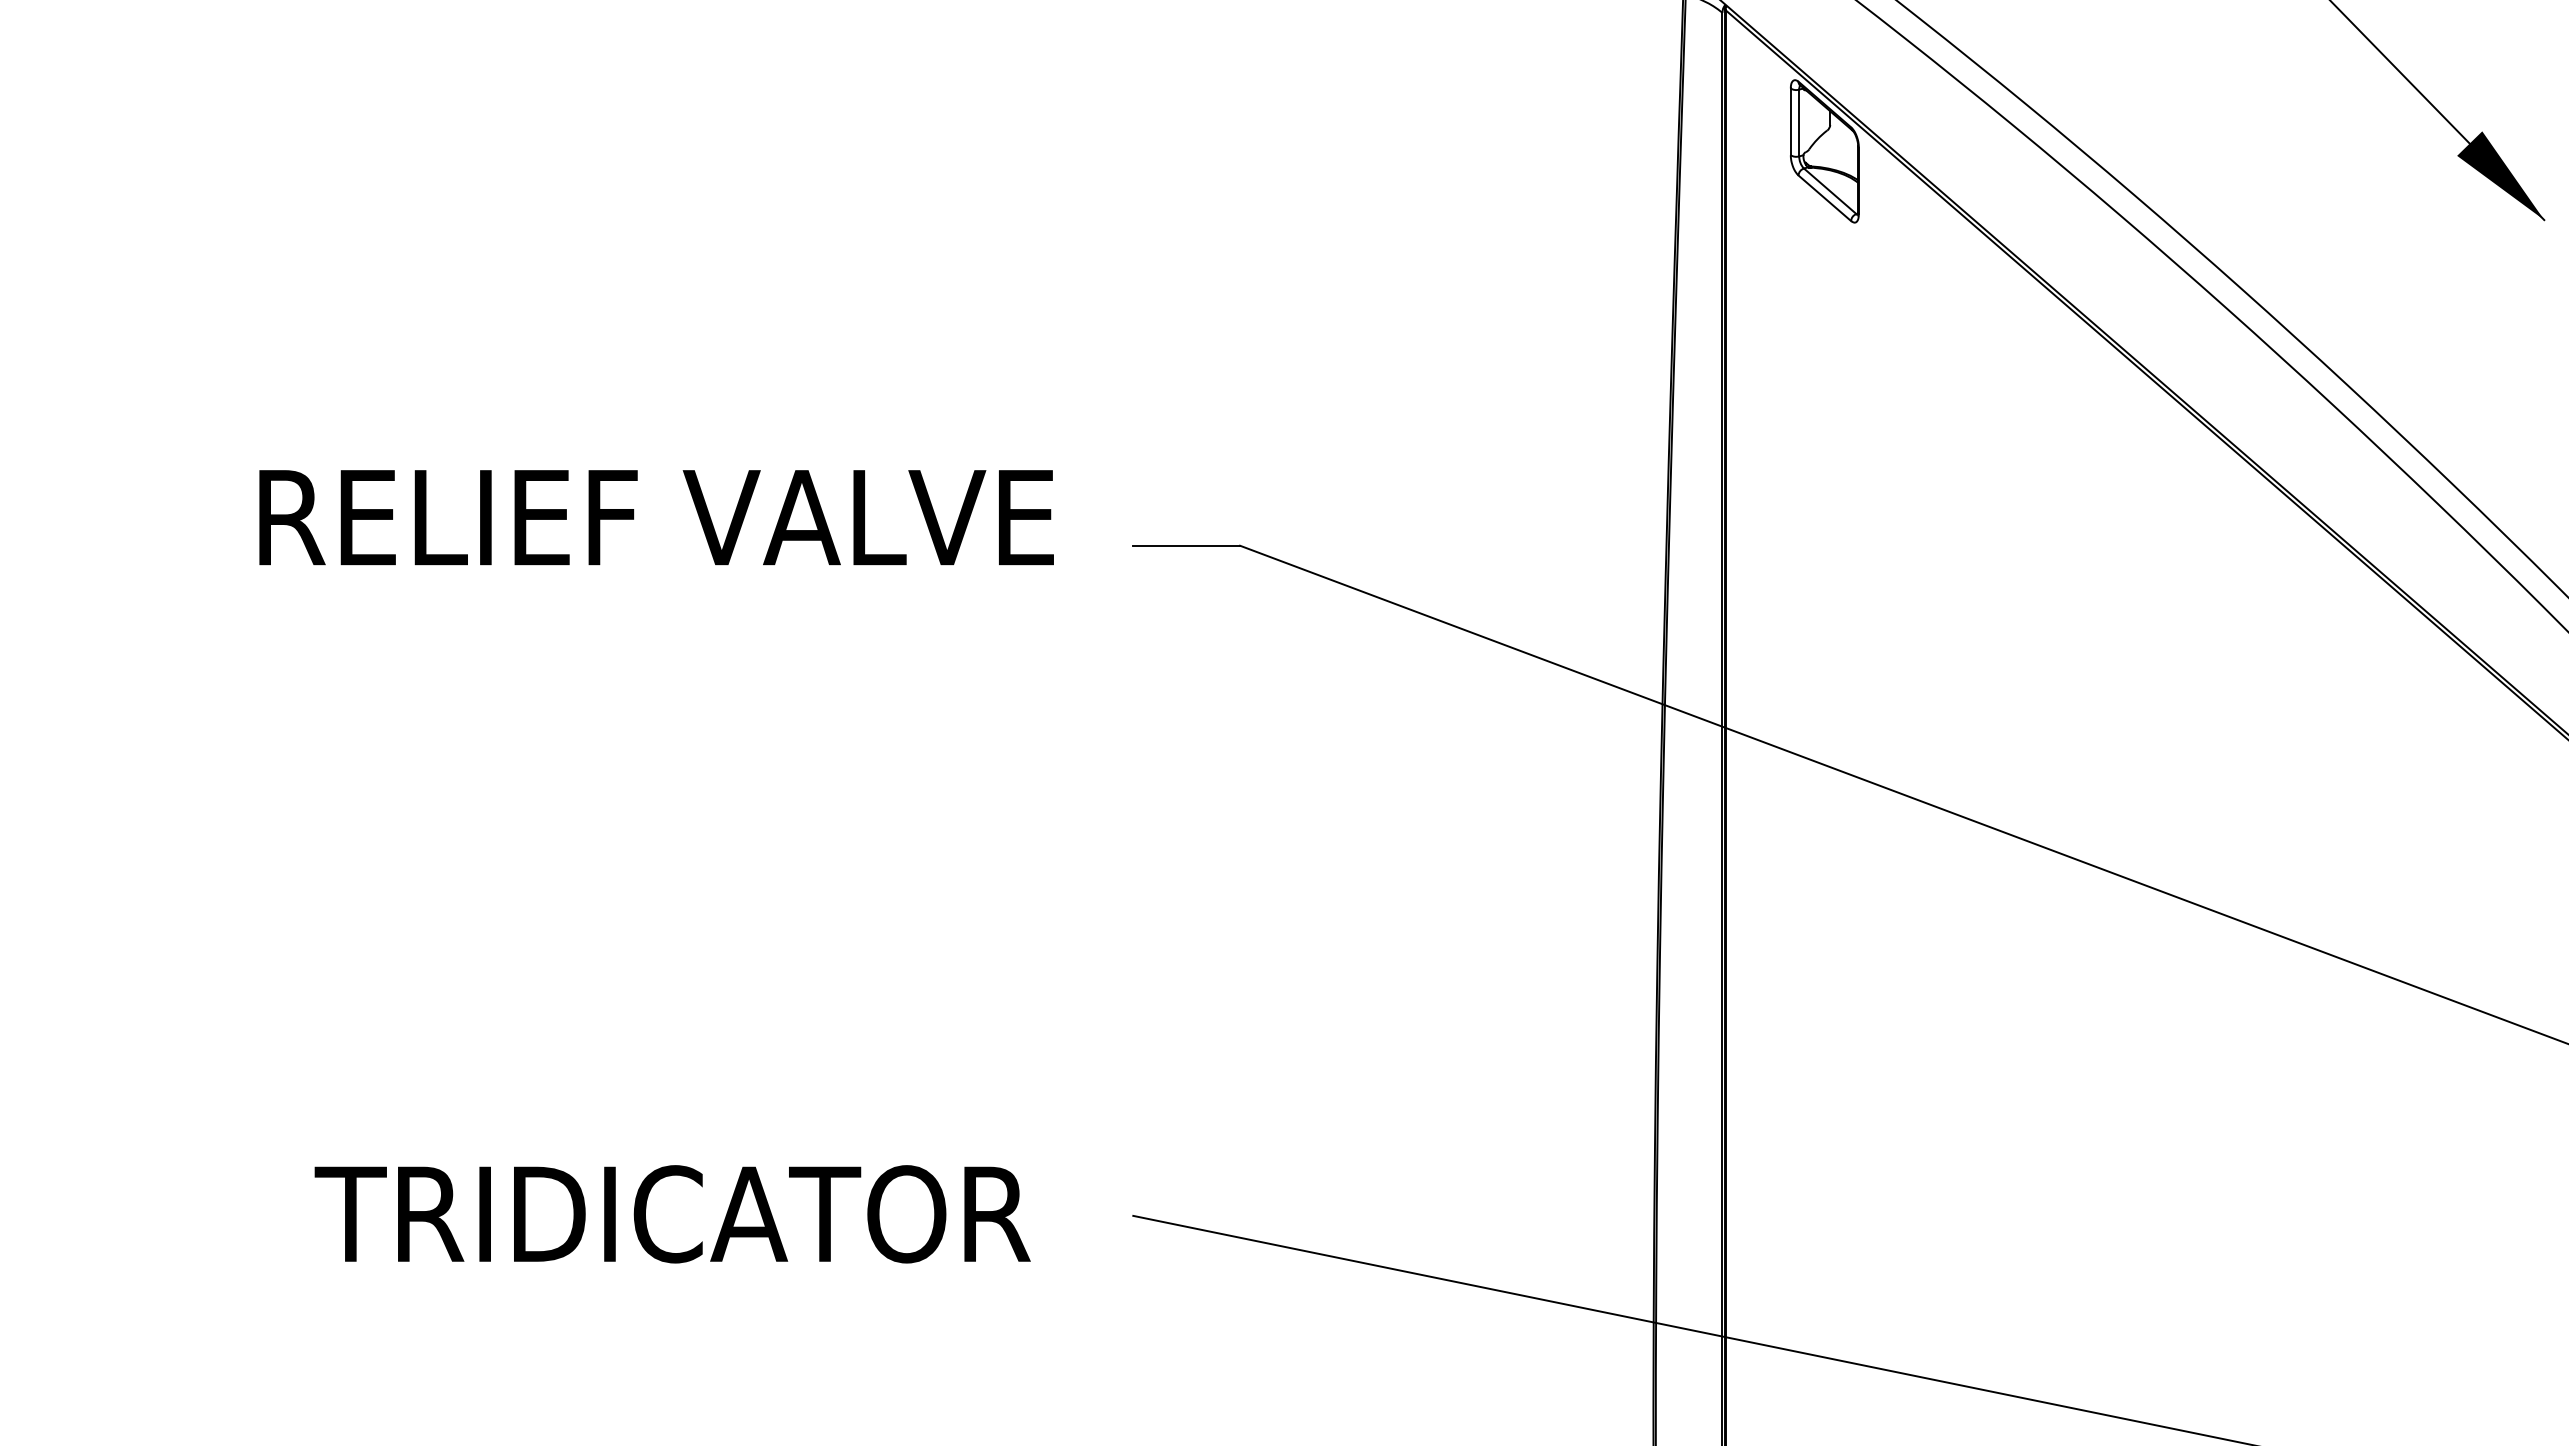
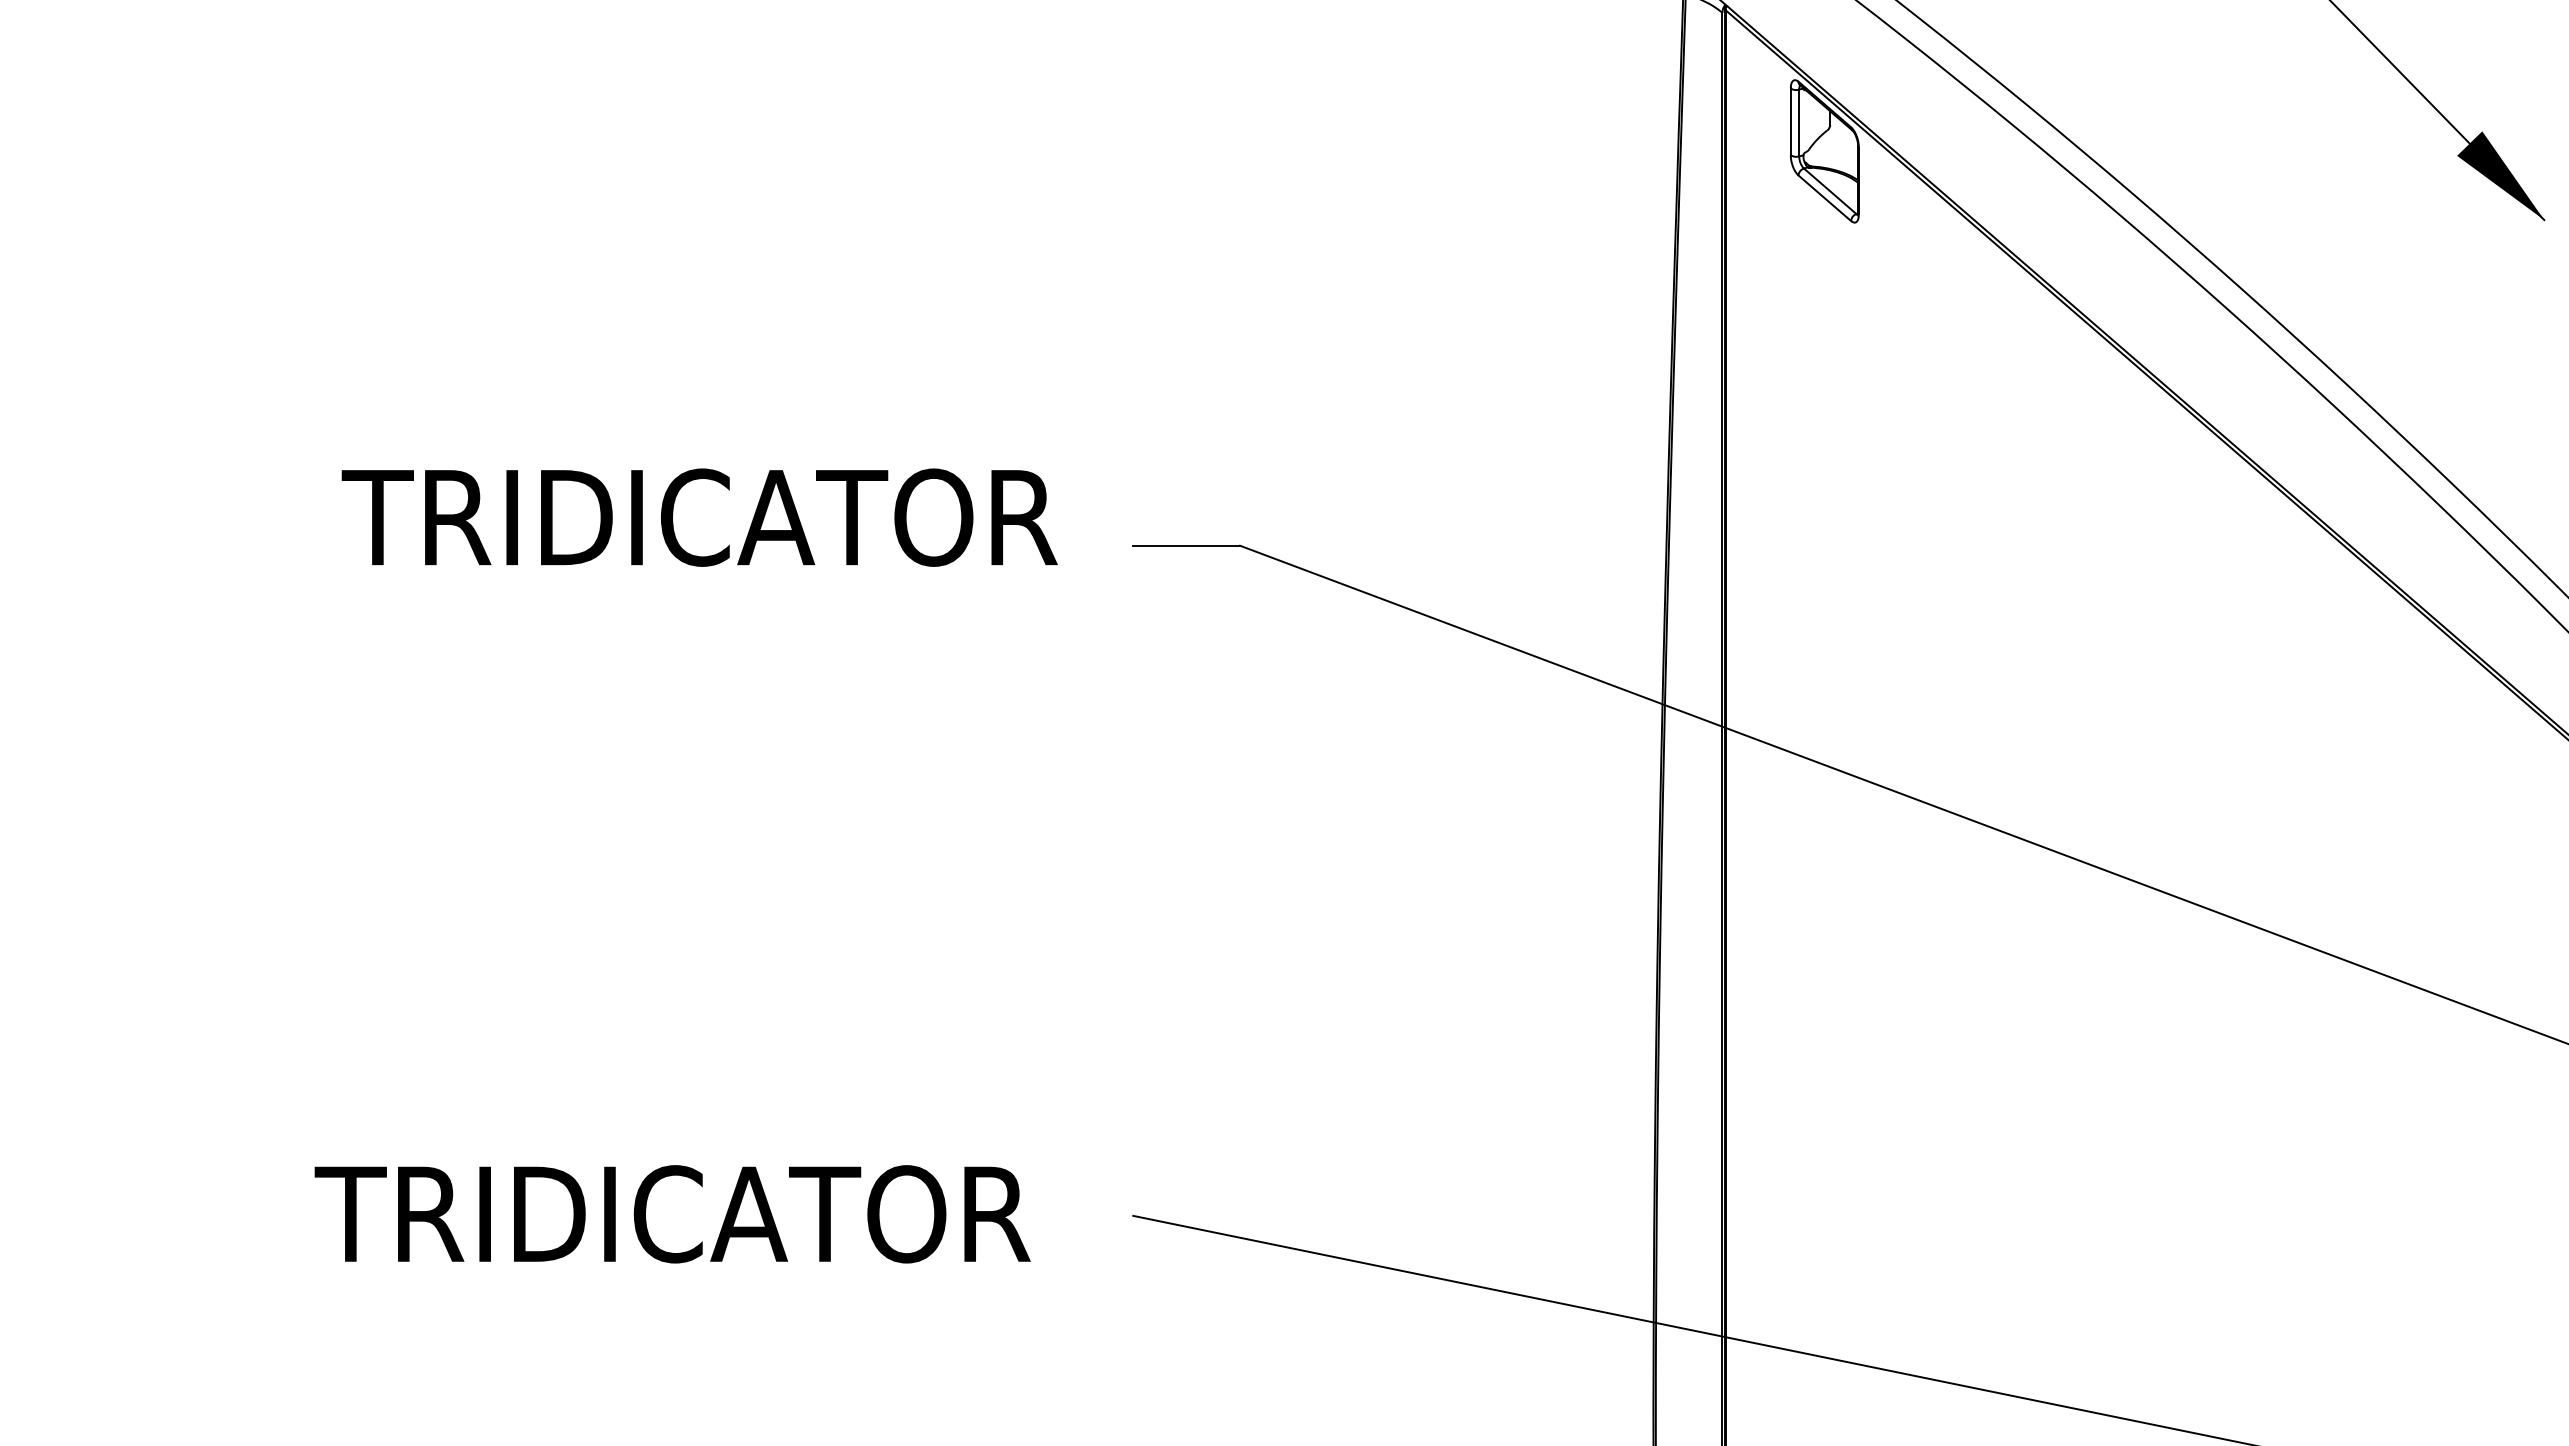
text at (658, 517): RELIEF VALVE -> TRIDICATOR
